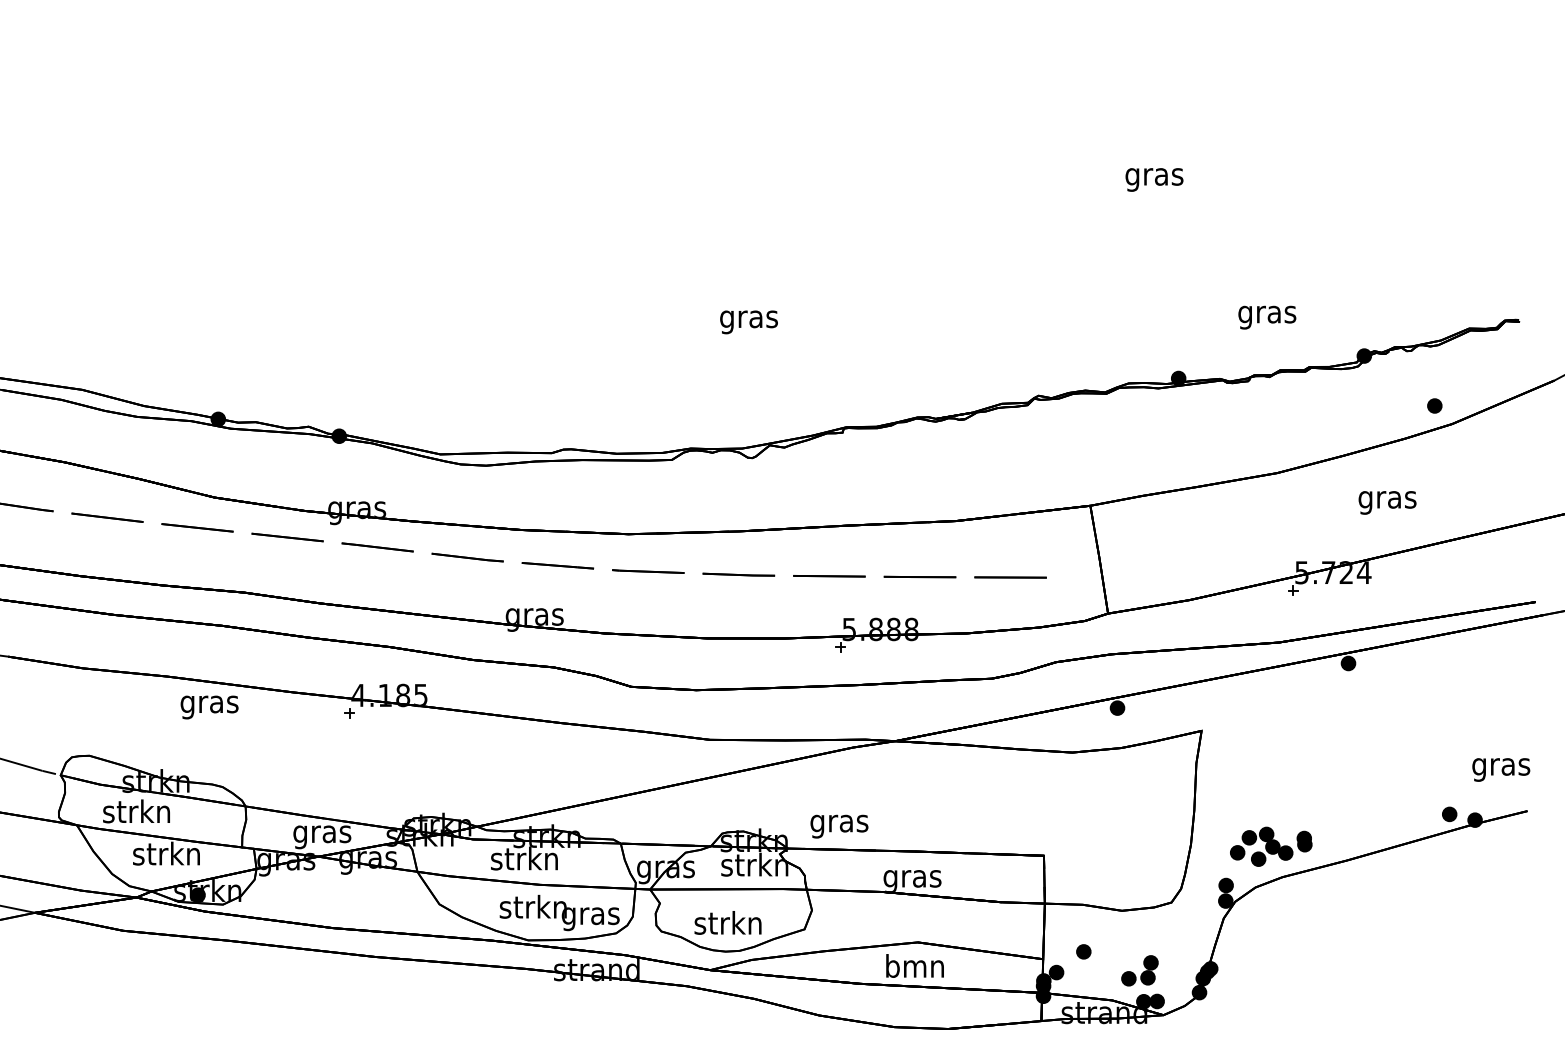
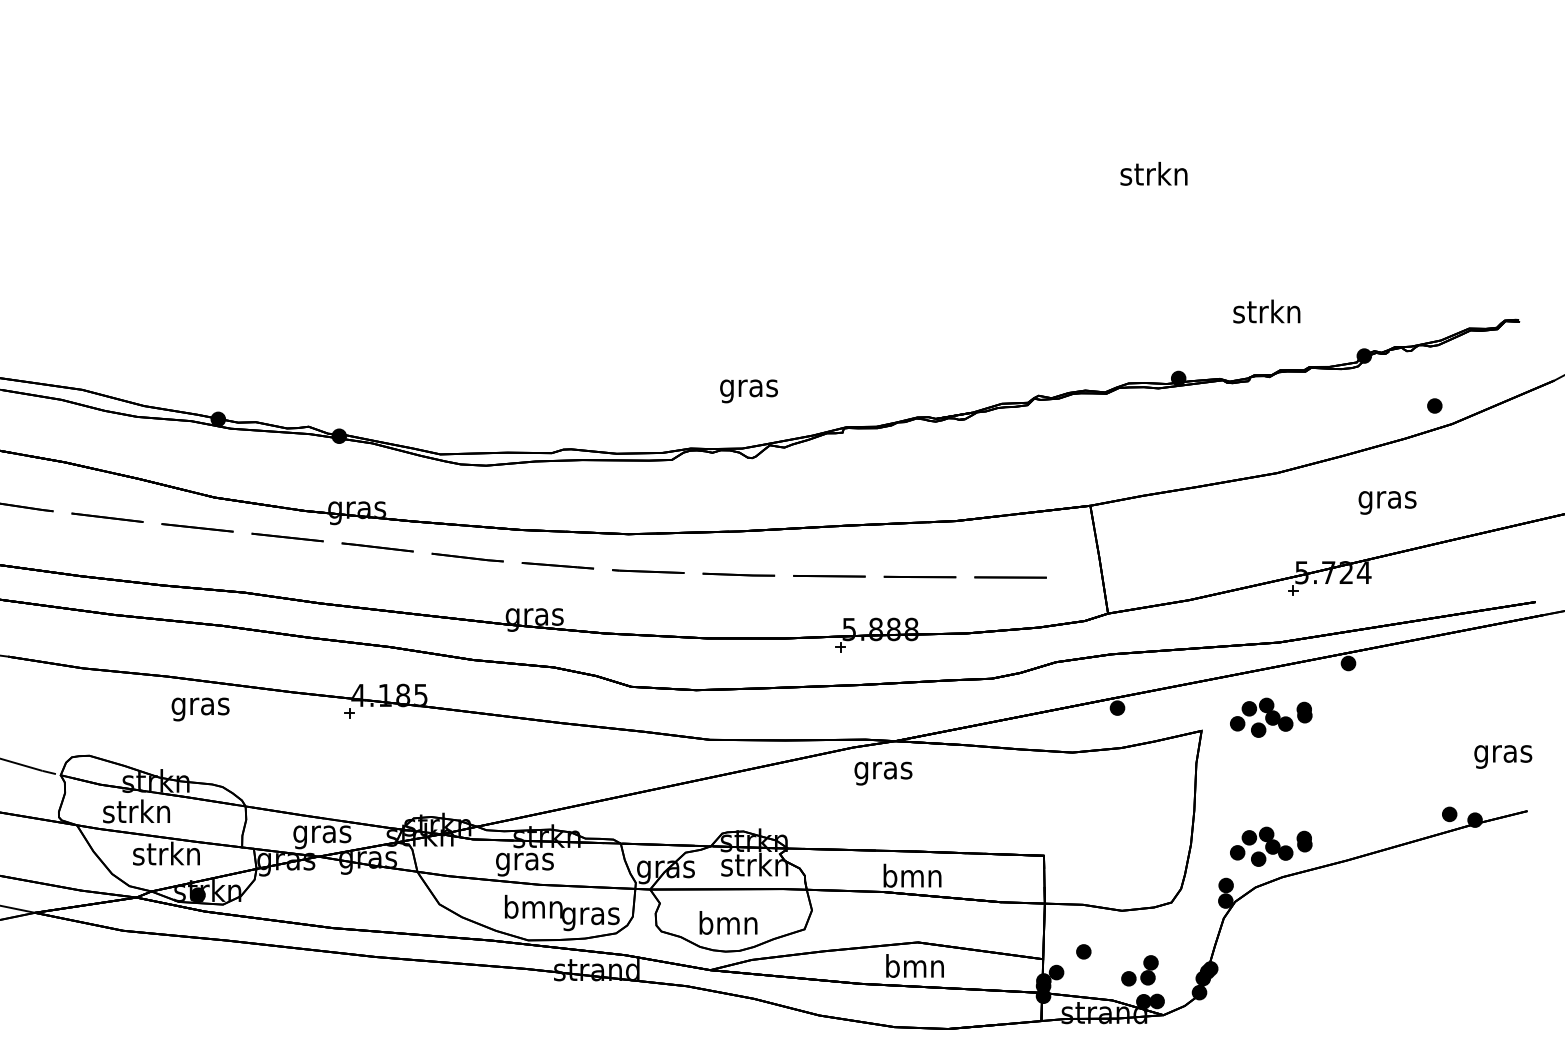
text at (1153, 176): gras -> strkn
text at (1266, 314): gras -> strkn
text at (748, 322) position: (748, 322) -> (748, 391)
text at (209, 707) position: (209, 707) -> (200, 709)
part at (1271, 717): none -> present
text at (1501, 769) position: (1501, 769) -> (1503, 756)
text at (839, 826) position: (839, 826) -> (883, 773)
text at (524, 861): strkn -> gras
text at (912, 877): gras -> bmn
text at (532, 906): strkn -> bmn
text at (727, 922): strkn -> bmn
